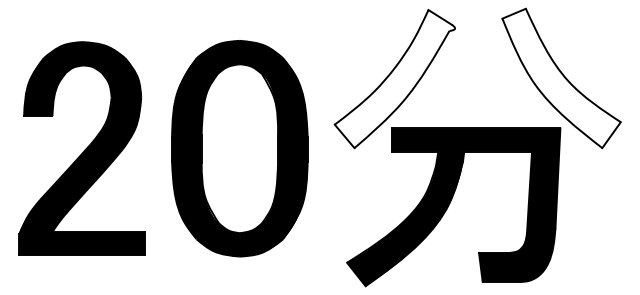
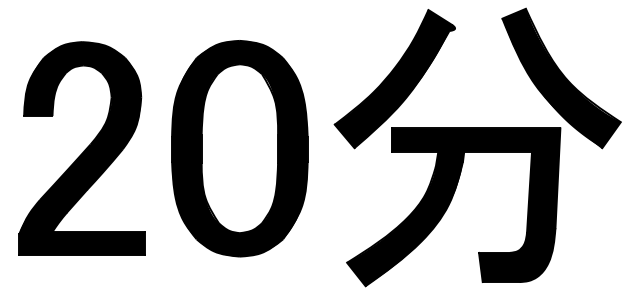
fill at (561, 78): none -> present
fill at (394, 79): none -> present
